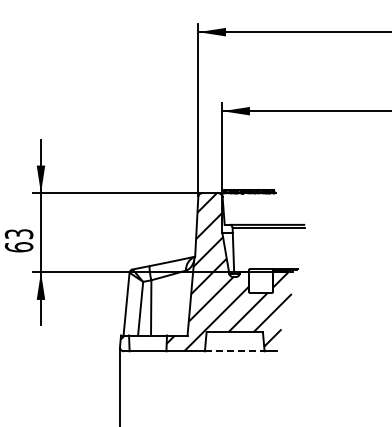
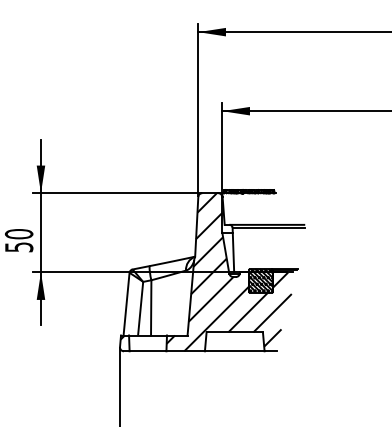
text at (18, 240): 63 -> 50
hatch at (260, 280): none -> present
line at (234, 351): dashed -> solid
